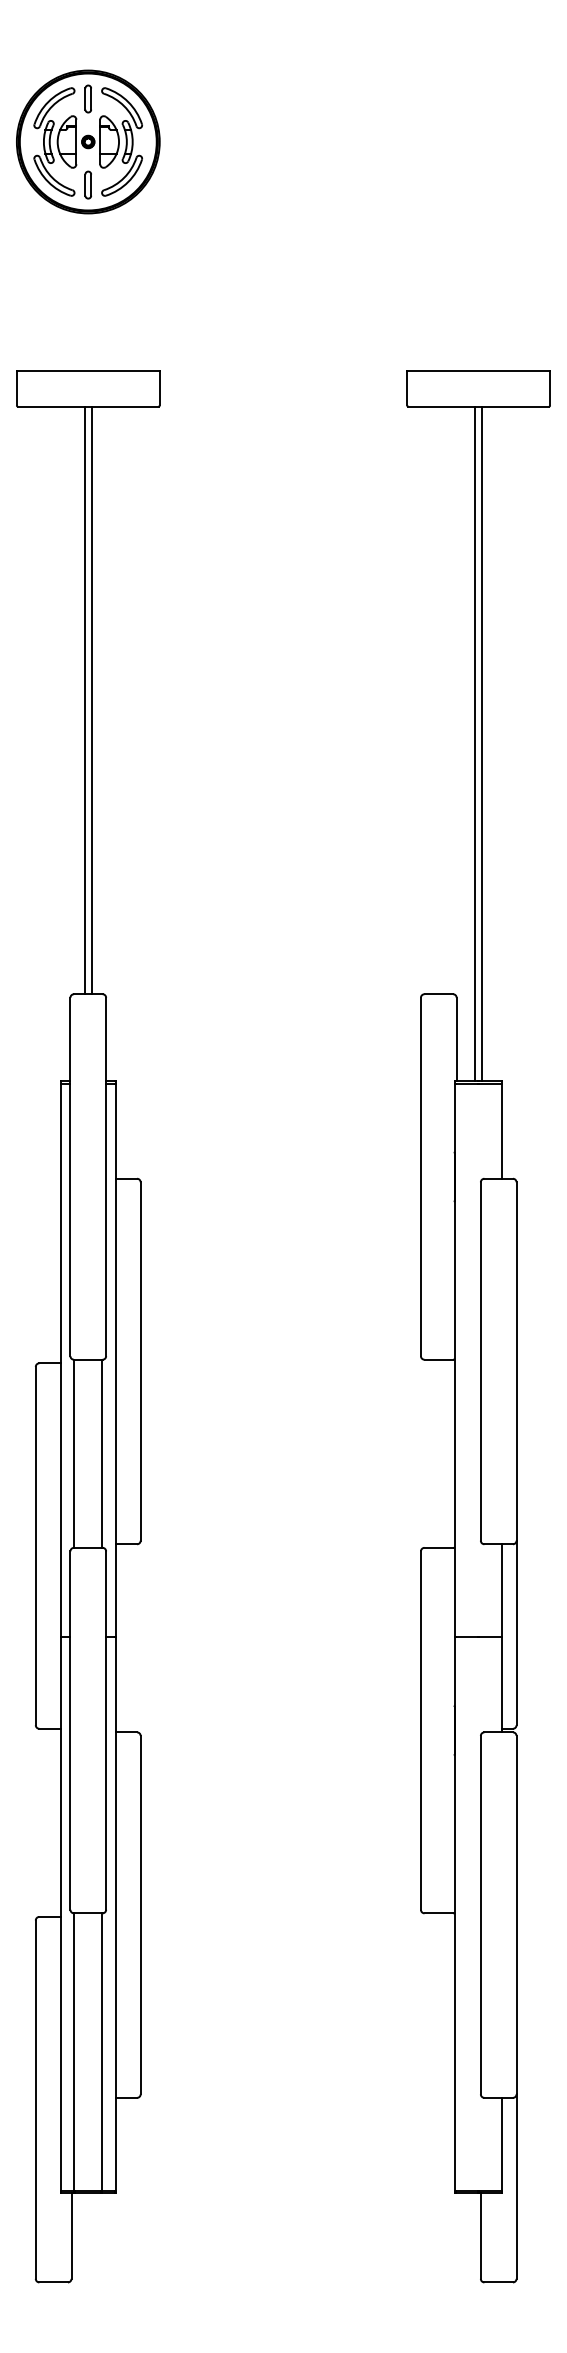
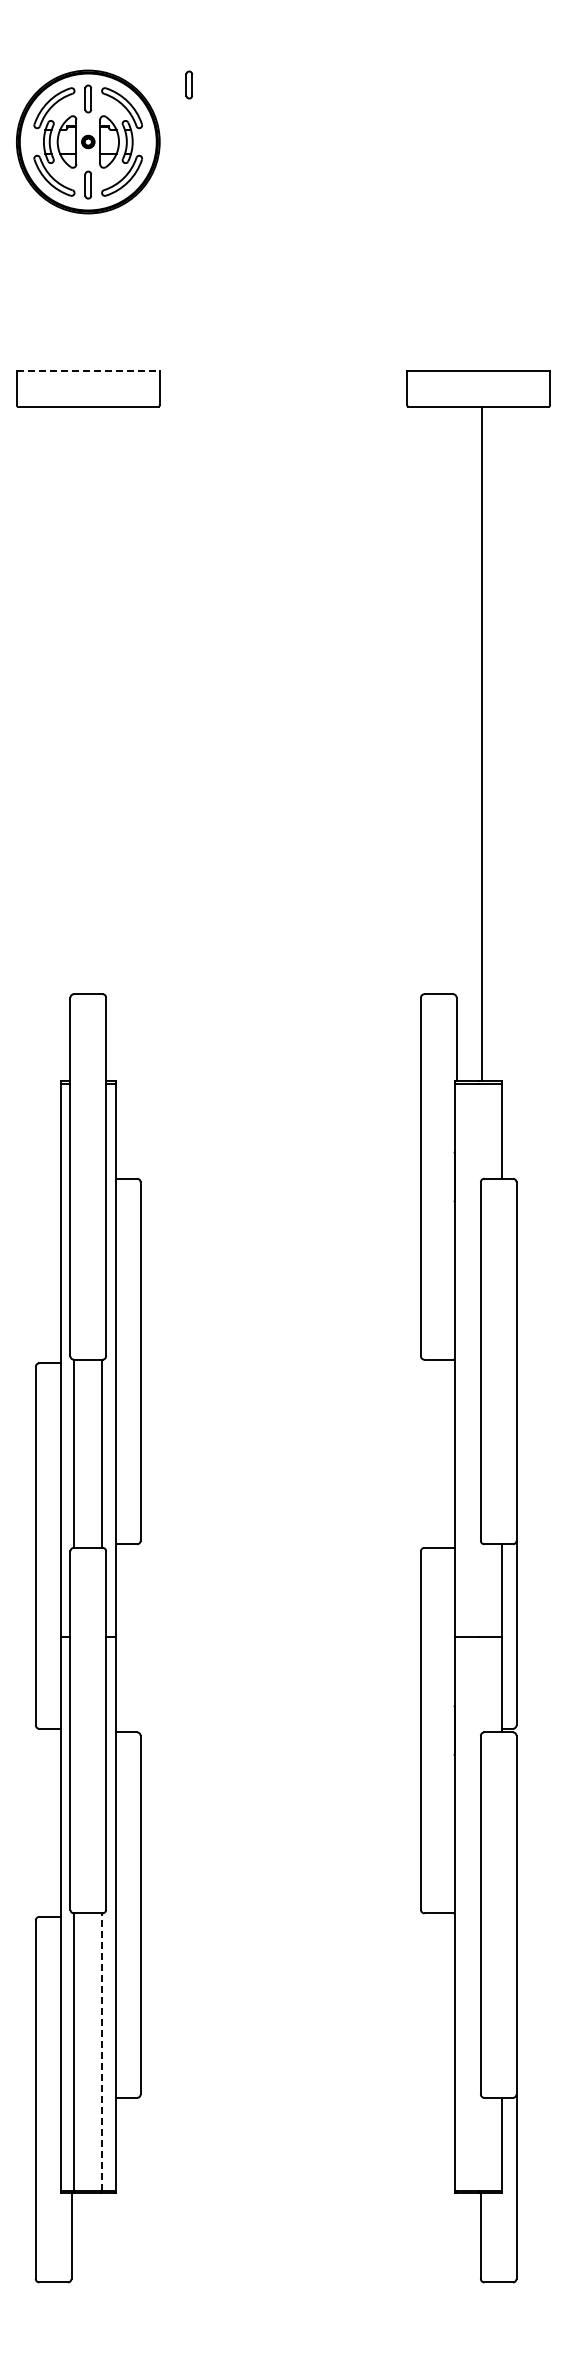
part at (188, 84): none -> present
line at (88, 370): solid -> dashed
line at (84, 700): present -> none
line at (91, 700): present -> none
line at (475, 743): present -> none
line at (102, 2052): solid -> dashed
